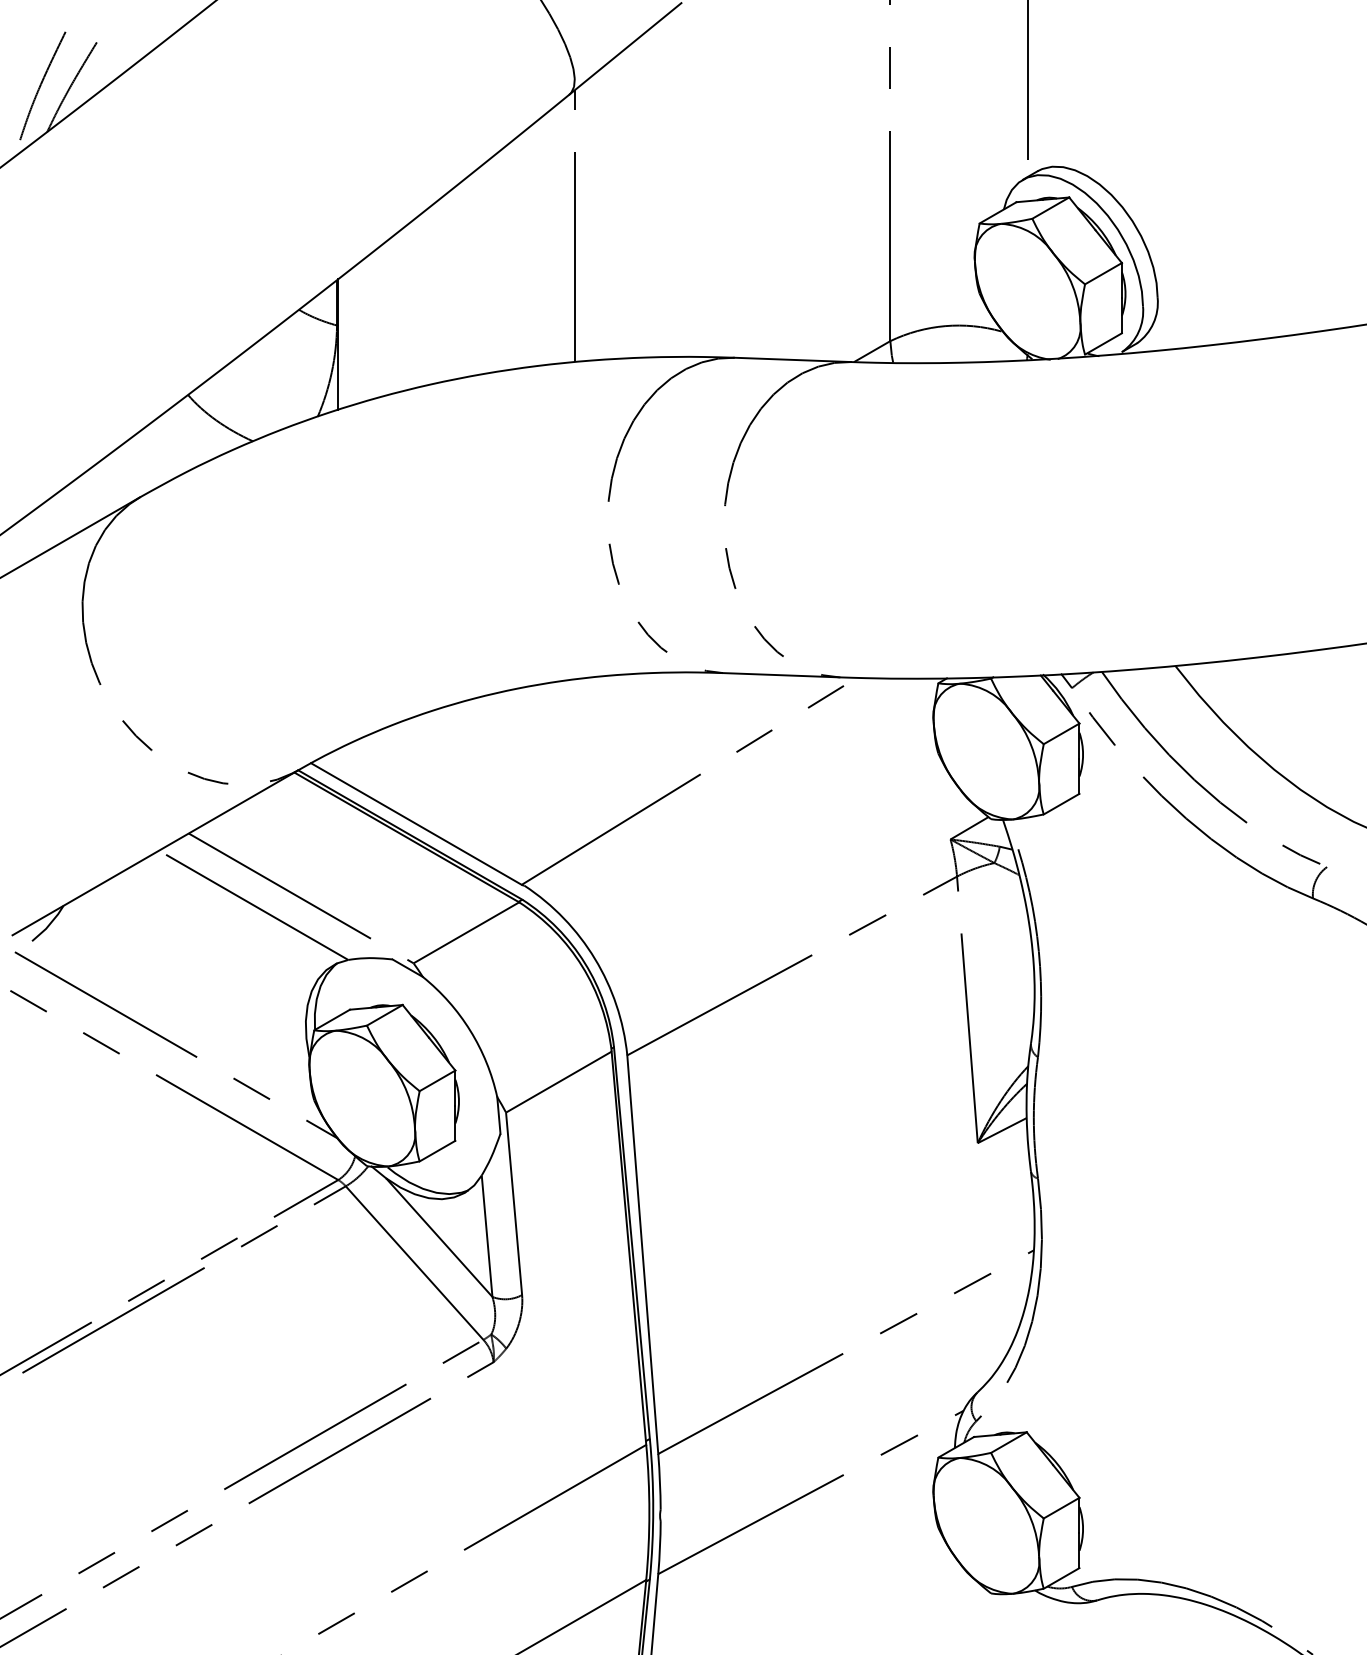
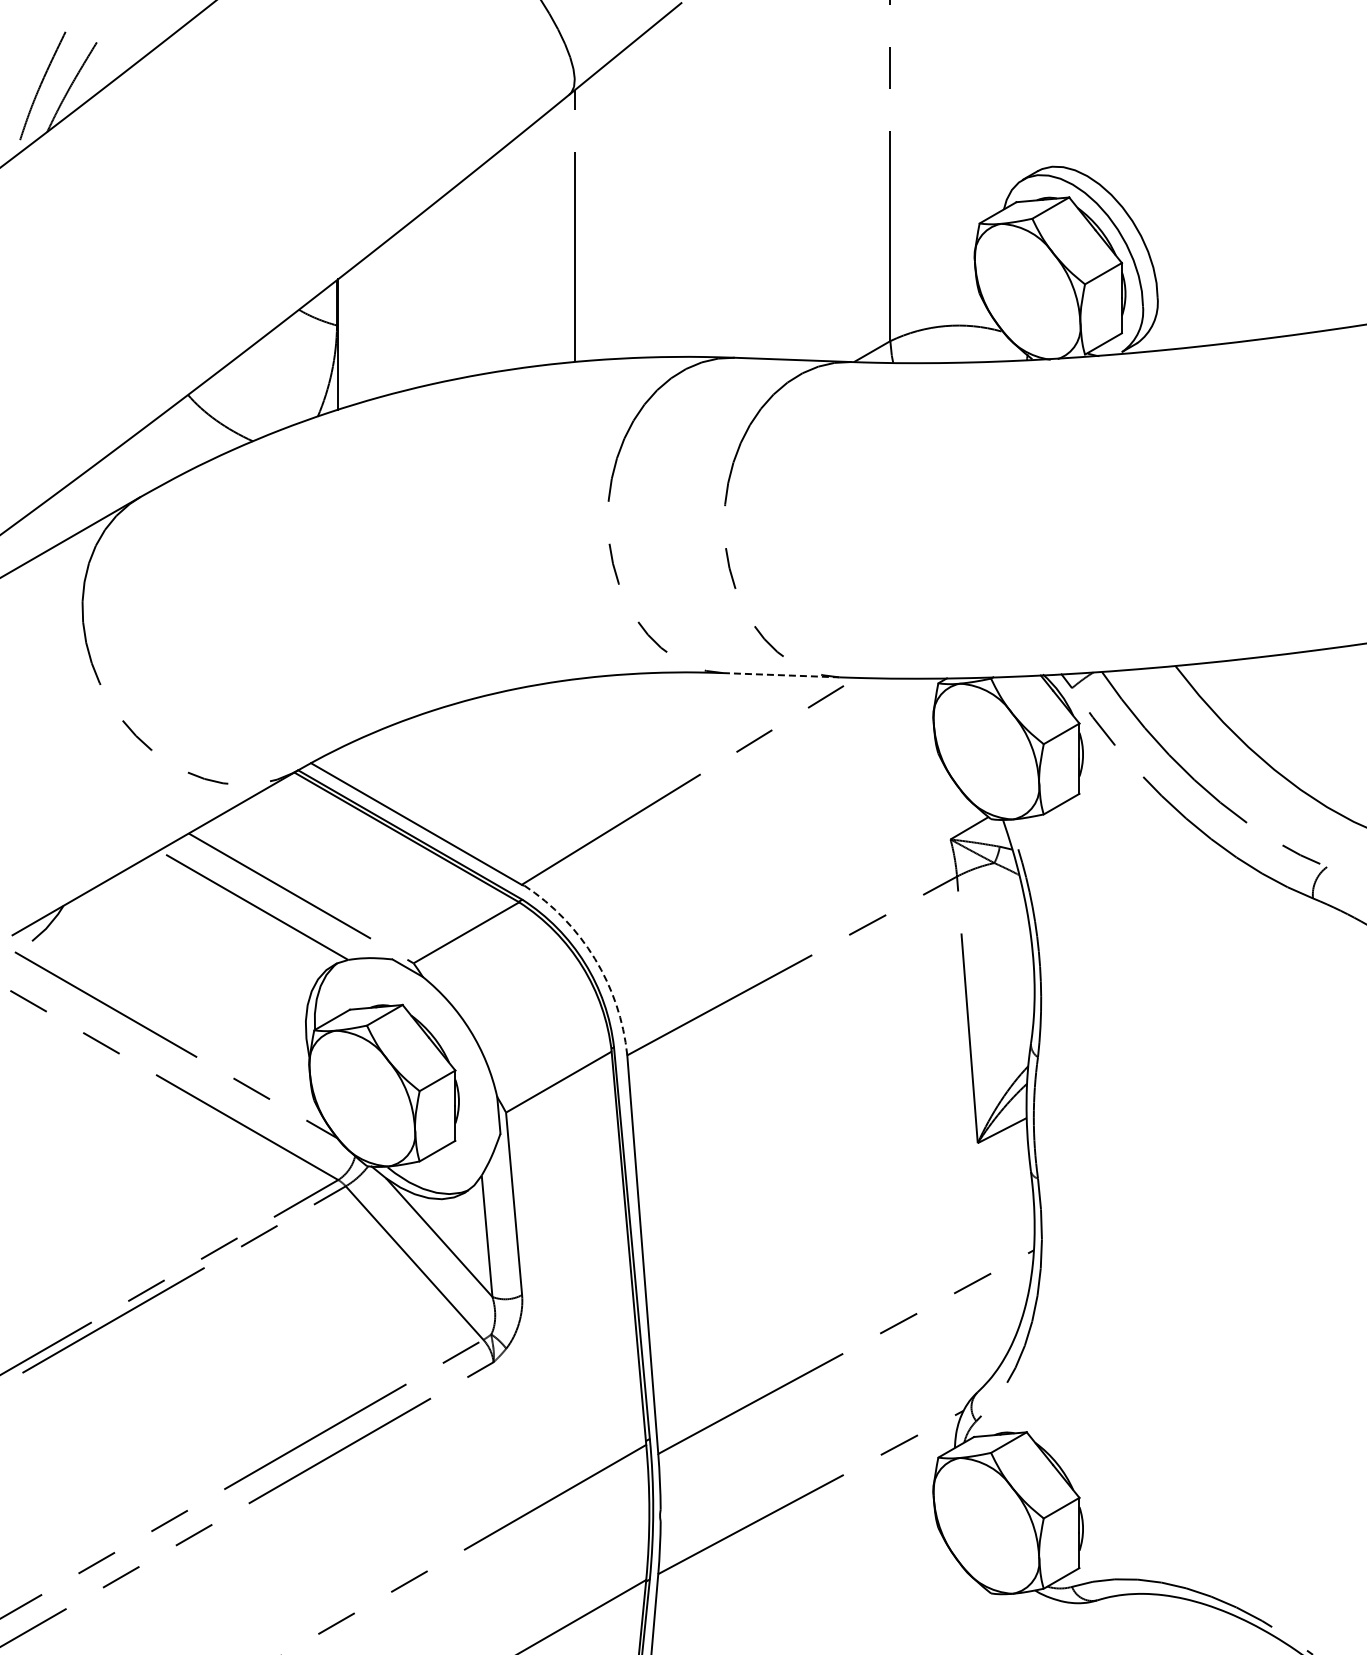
line at (1028, 89): present -> none
line at (781, 675): solid -> dashed
arc at (595, 958): solid -> dashed
